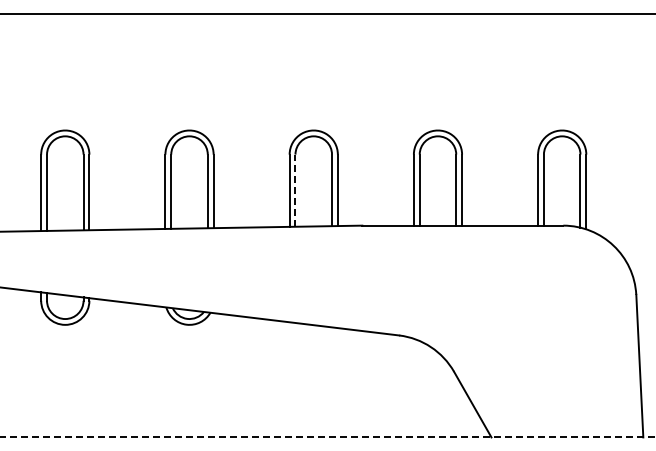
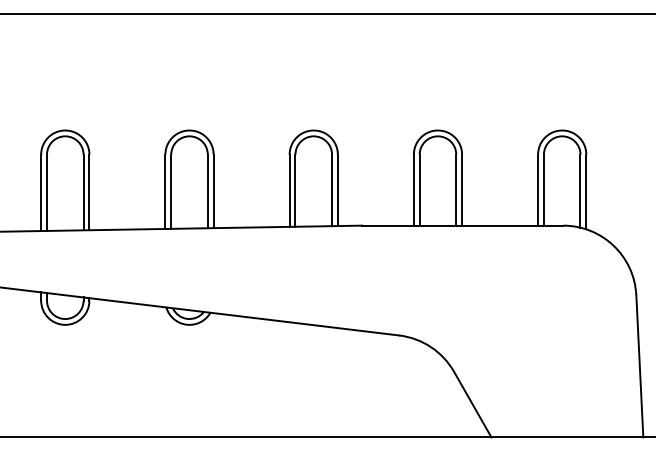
line at (295, 190): dashed -> solid
line at (327, 437): dashed -> solid
